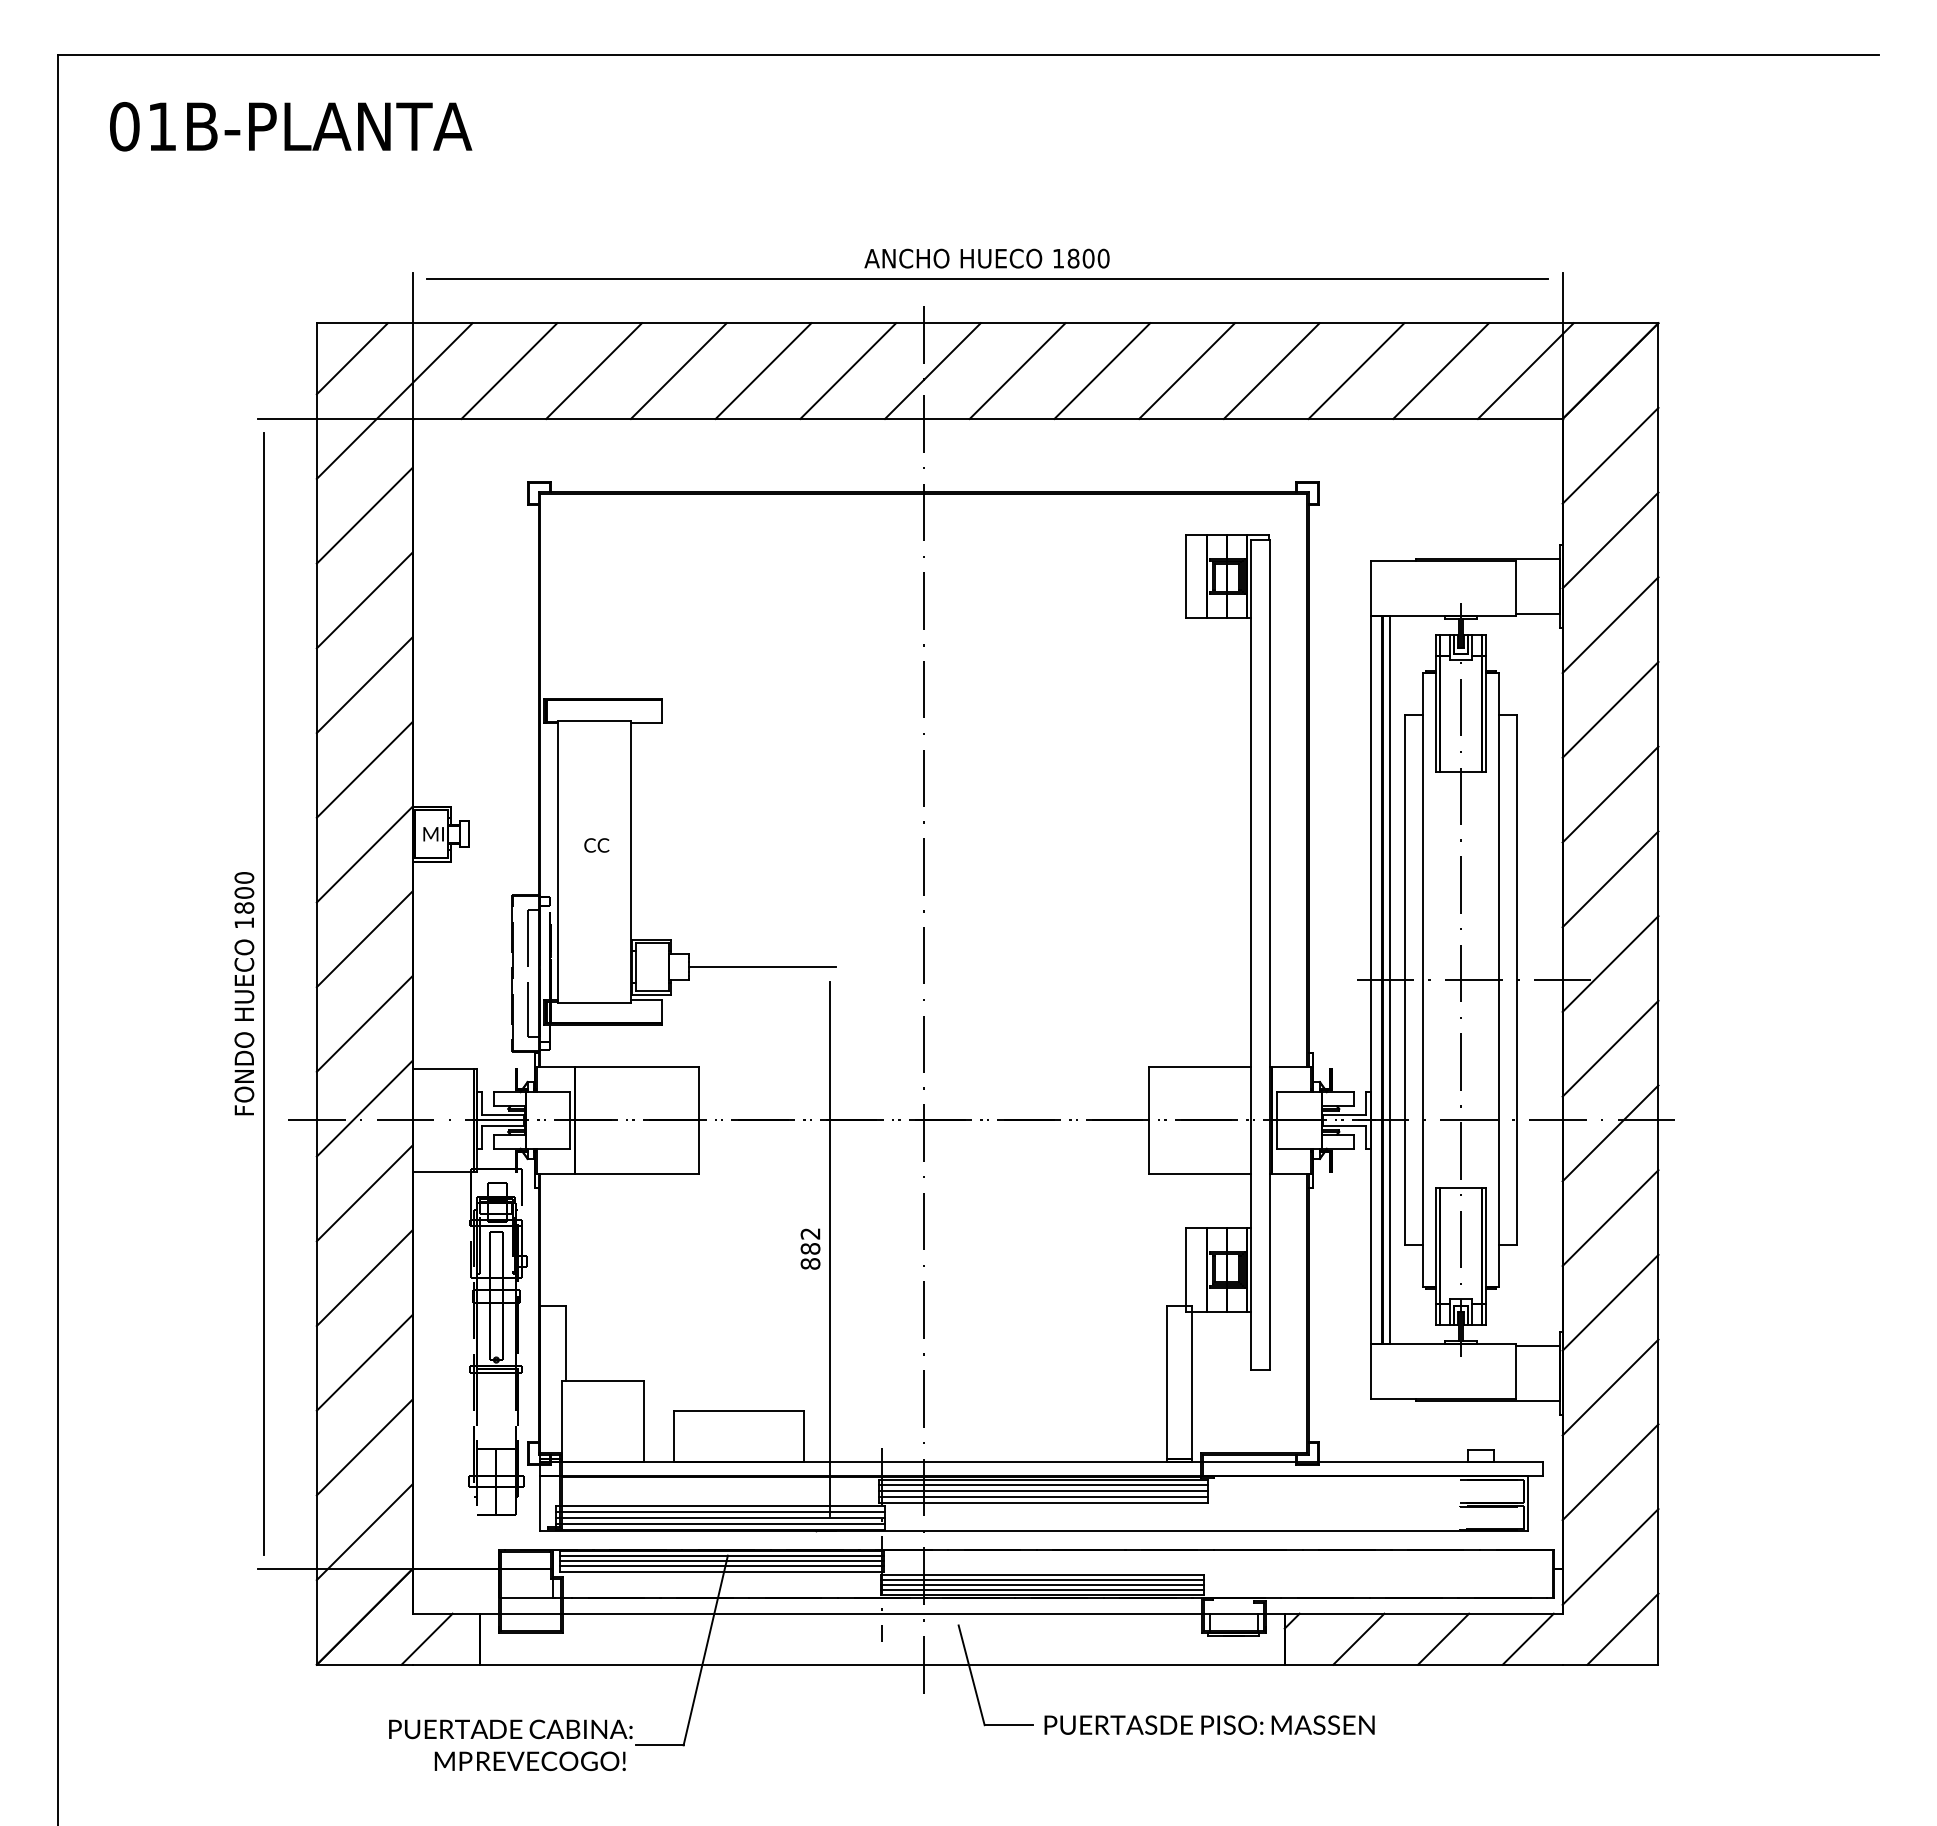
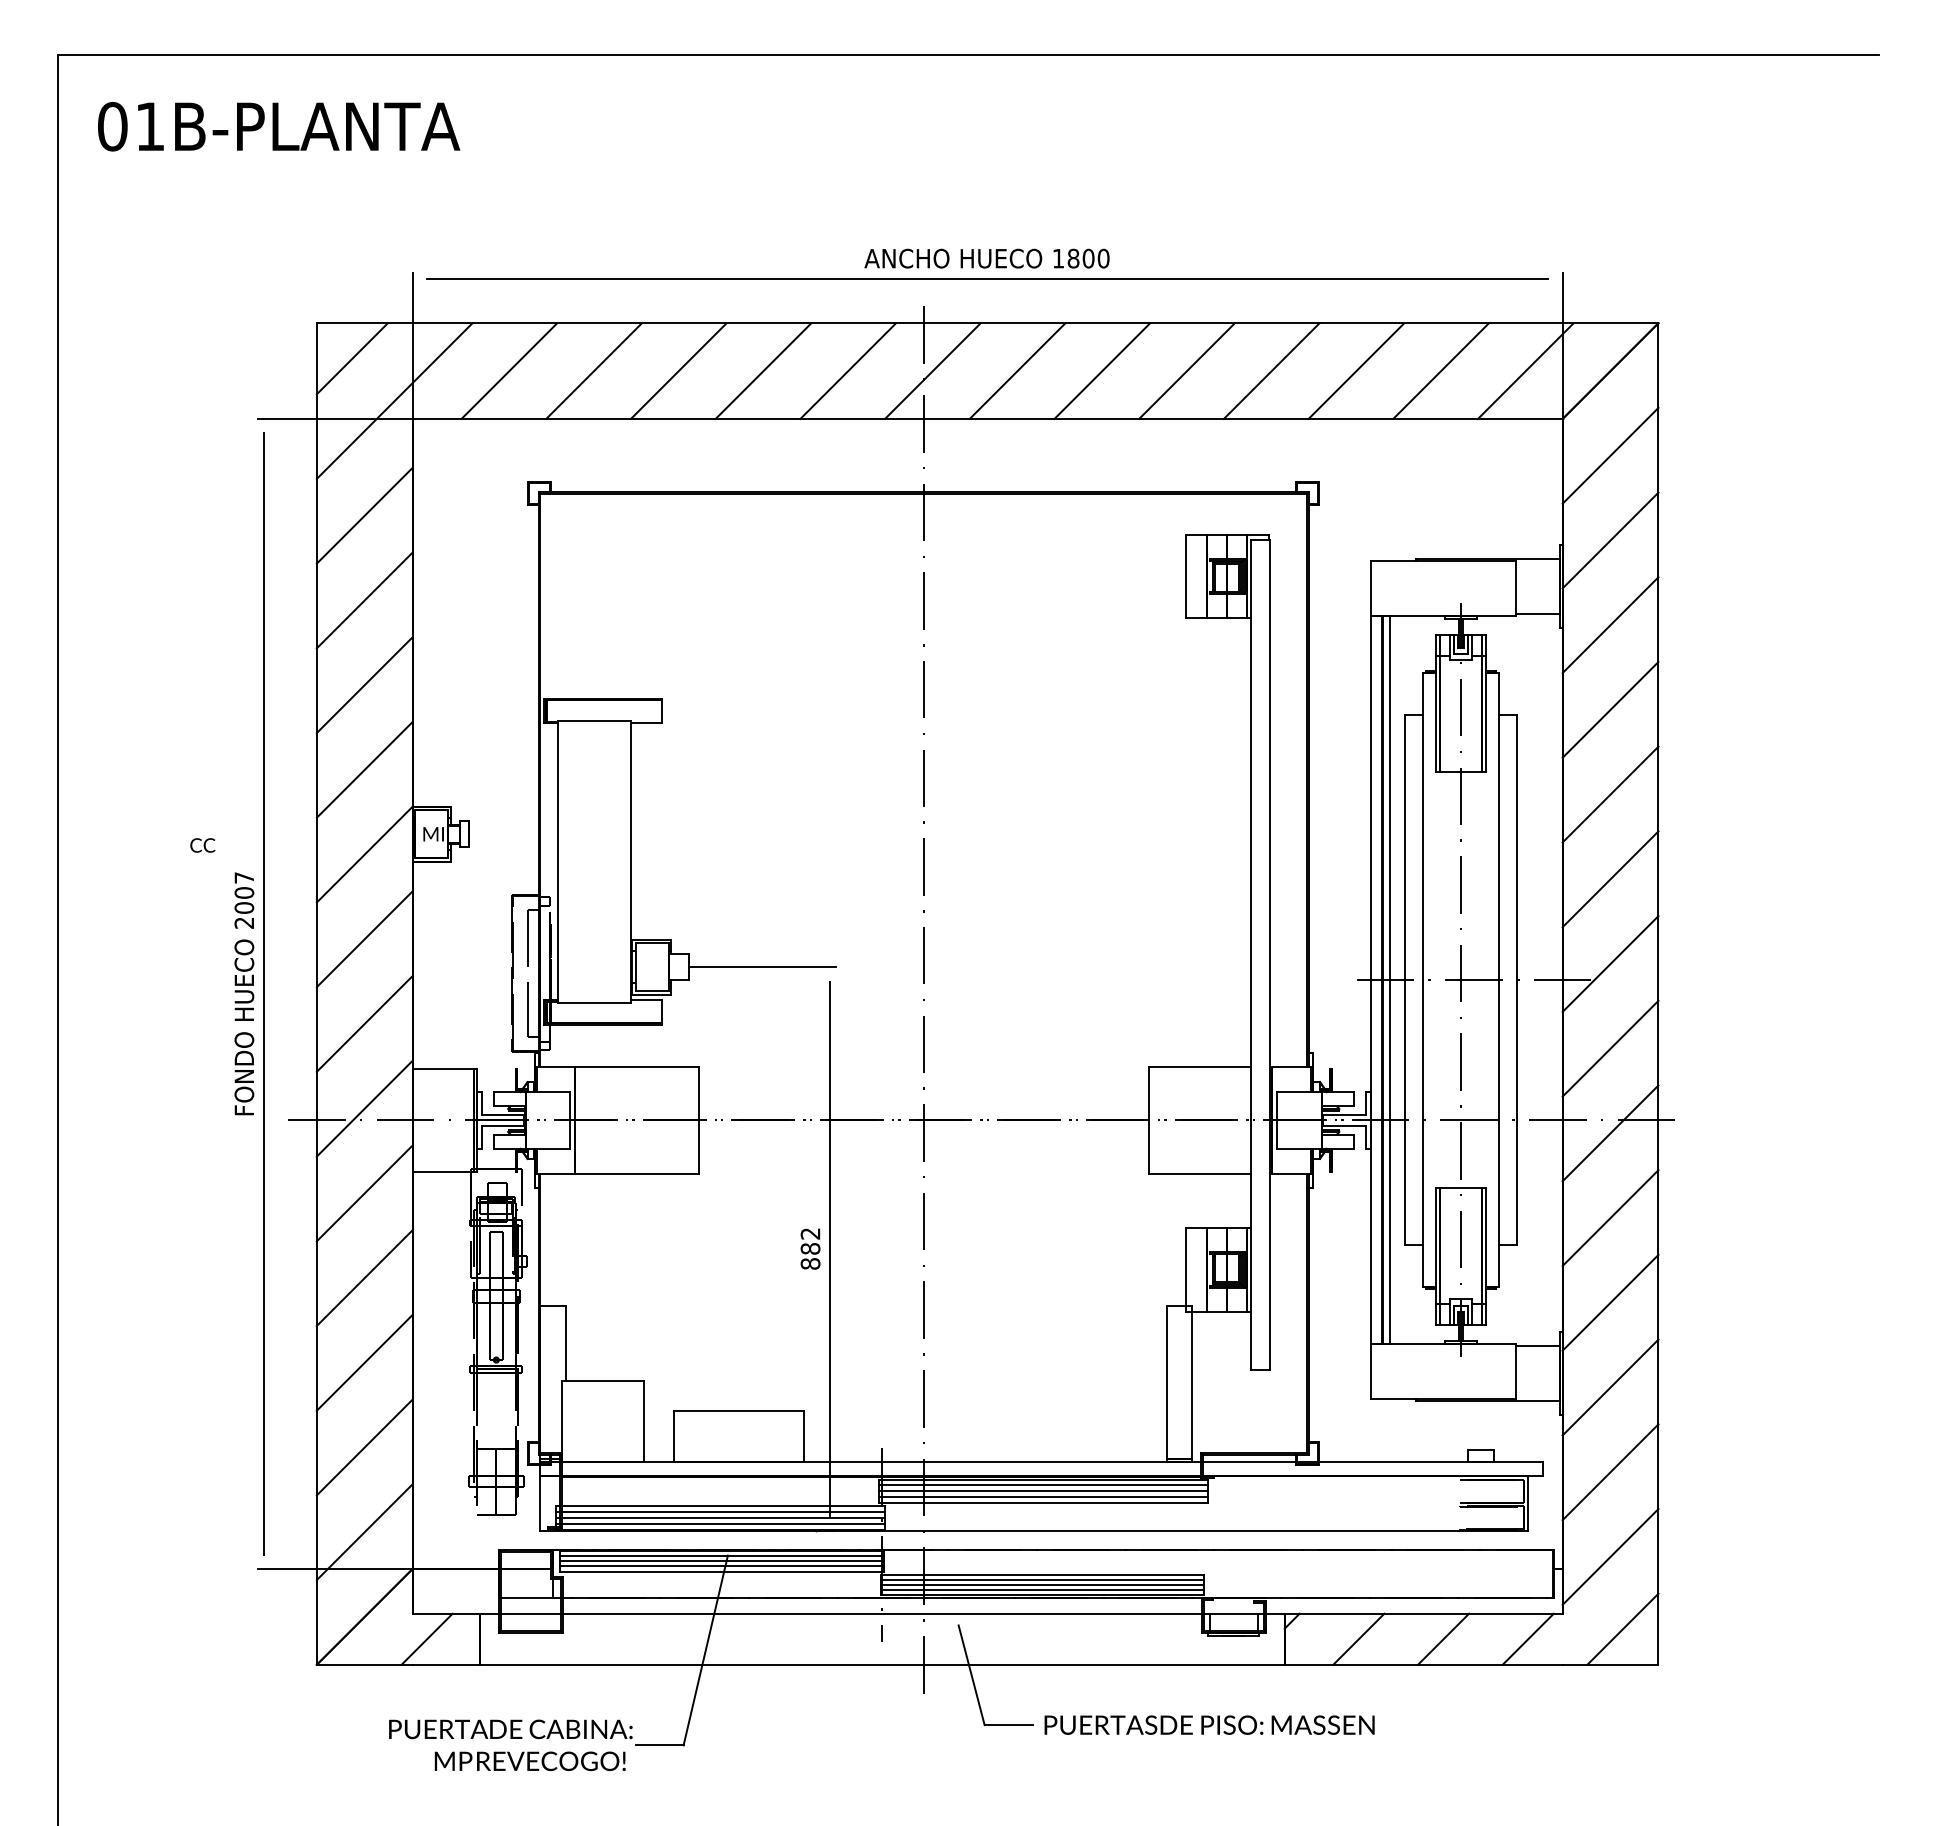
text at (291, 126) position: (291, 126) -> (279, 126)
text at (596, 845) position: (596, 845) -> (202, 845)
text at (244, 900): 1800 -> 2007
